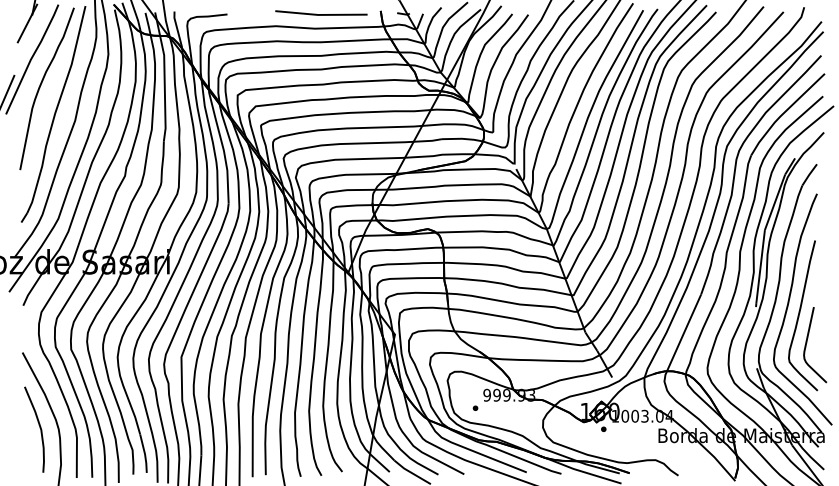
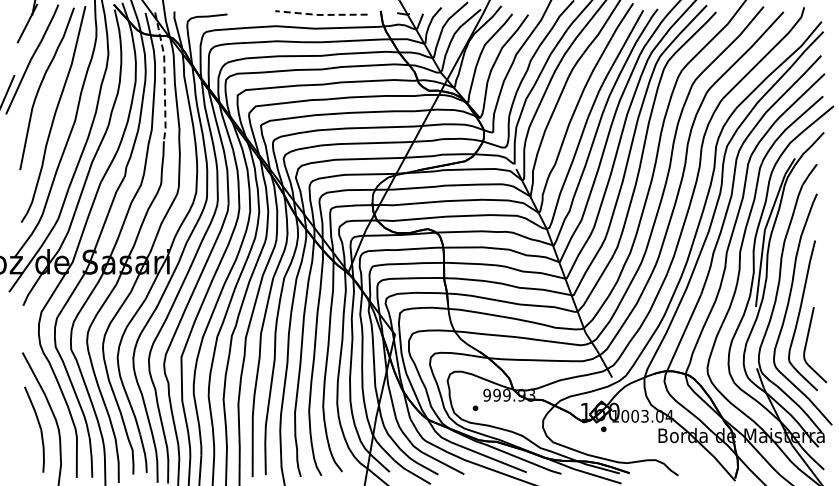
line at (320, 14): solid -> dashed
line at (164, 76): solid -> dashed
